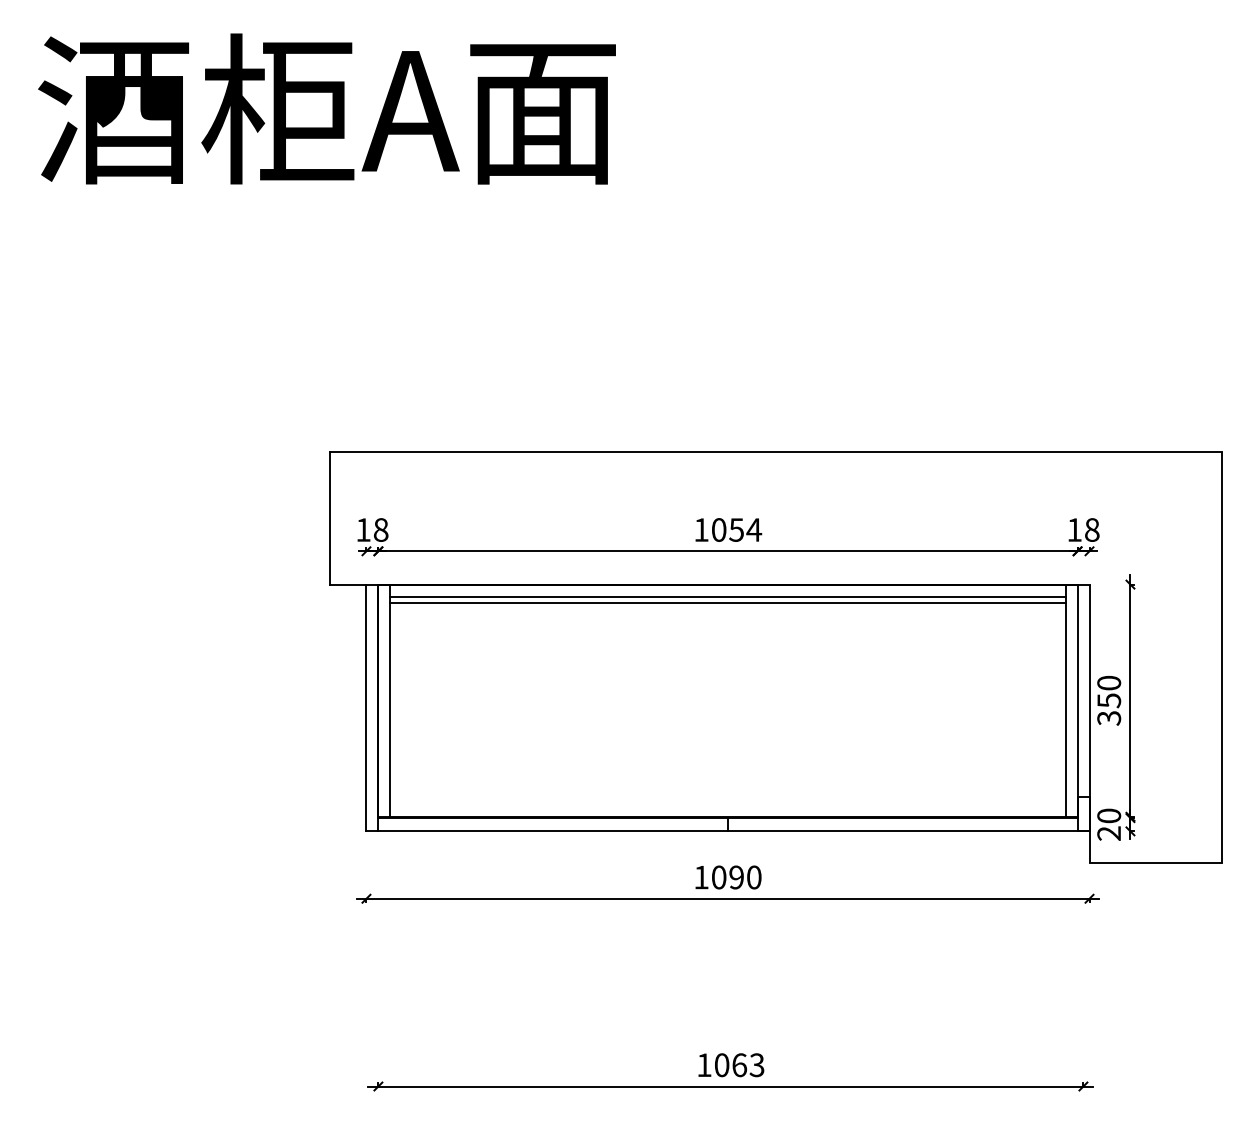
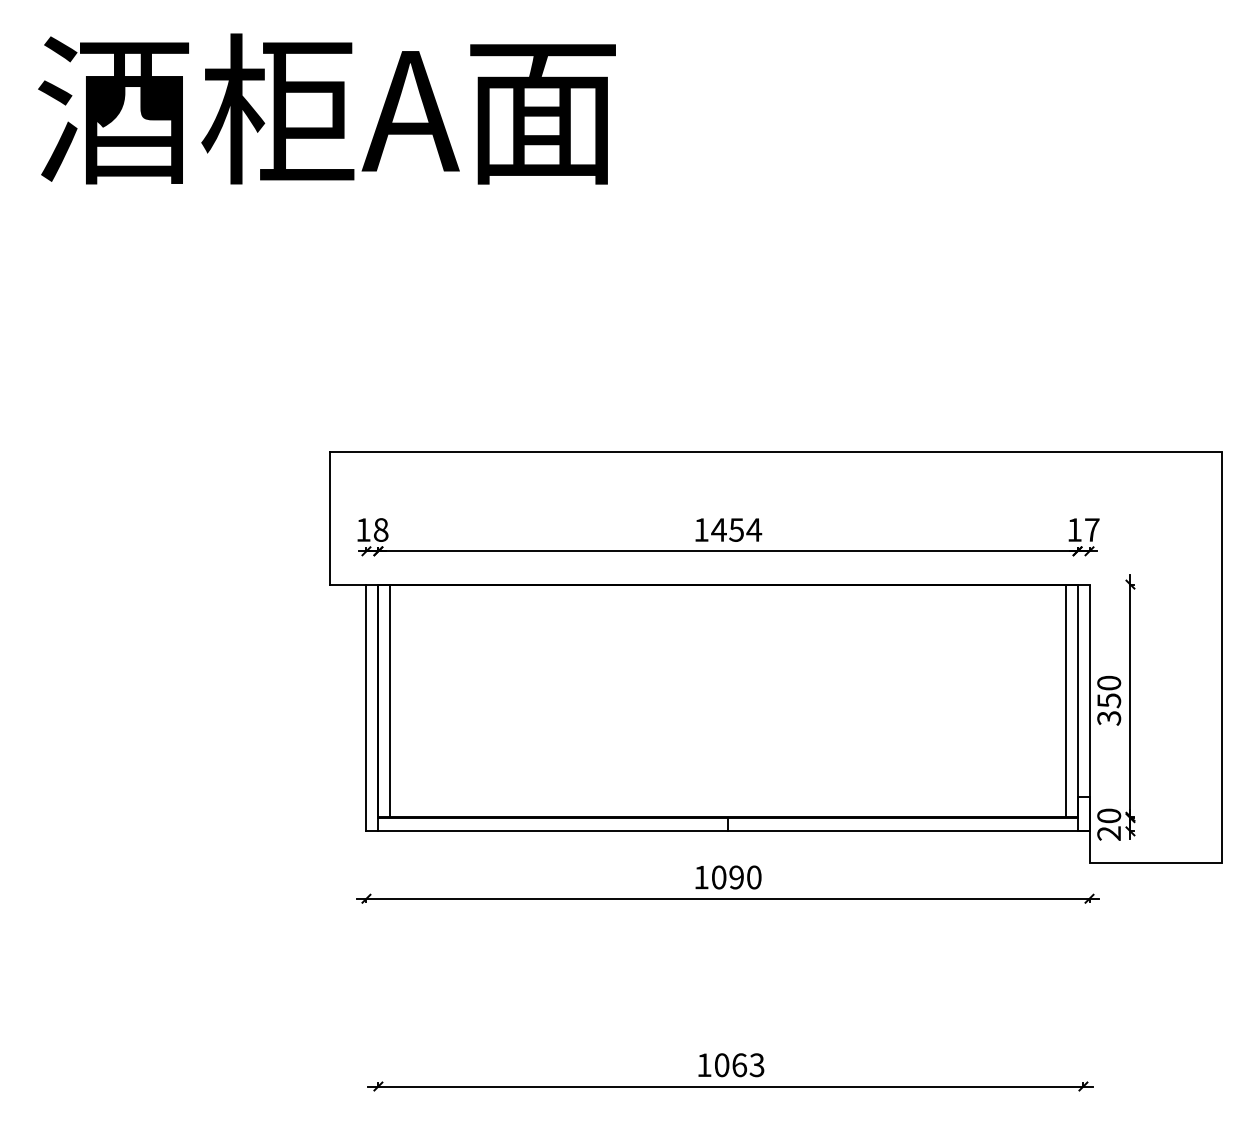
text at (718, 529): 1054 -> 1454
text at (1092, 529): 18 -> 17
line at (727, 596): present -> none
line at (727, 602): present -> none
